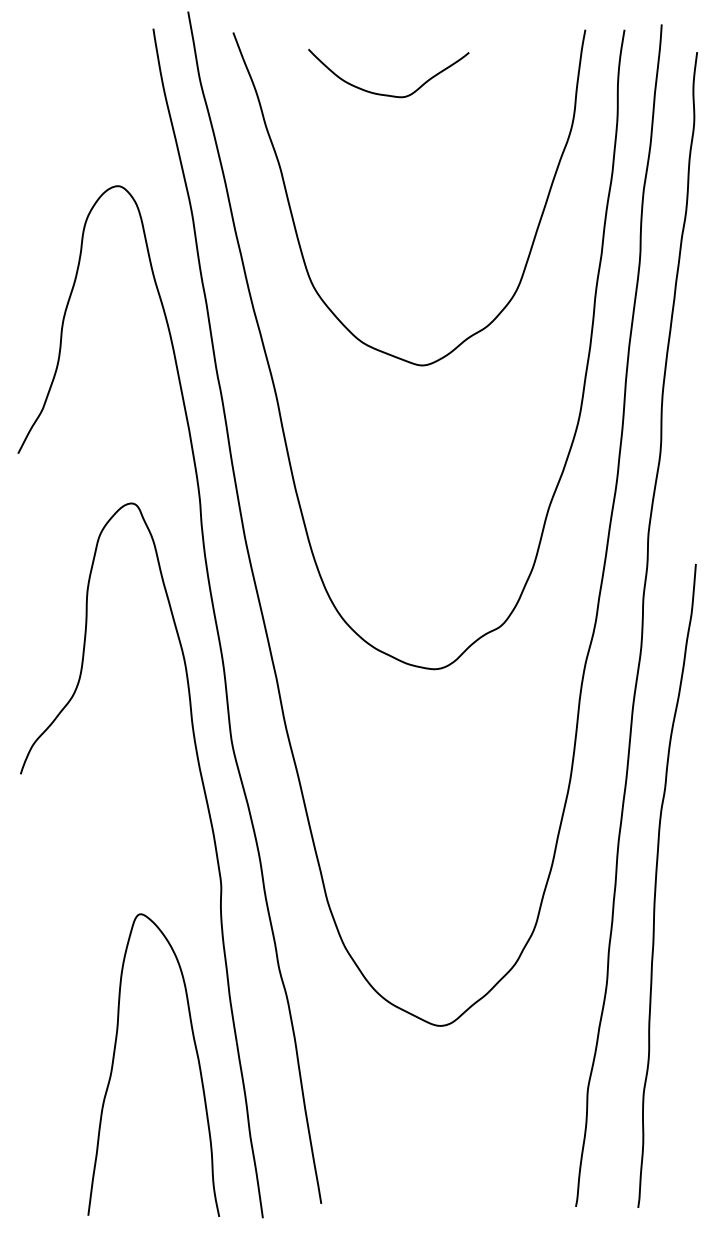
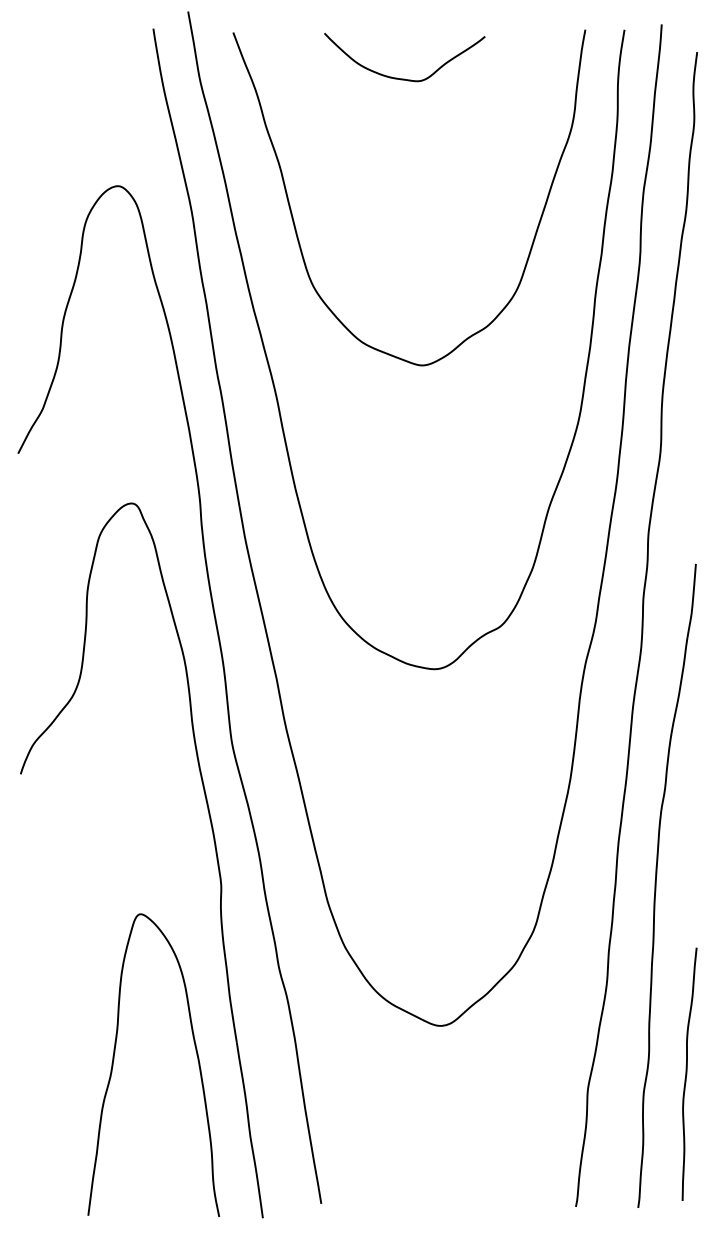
curve at (388, 94) position: (388, 94) -> (404, 78)
curve at (687, 1073): none -> present
